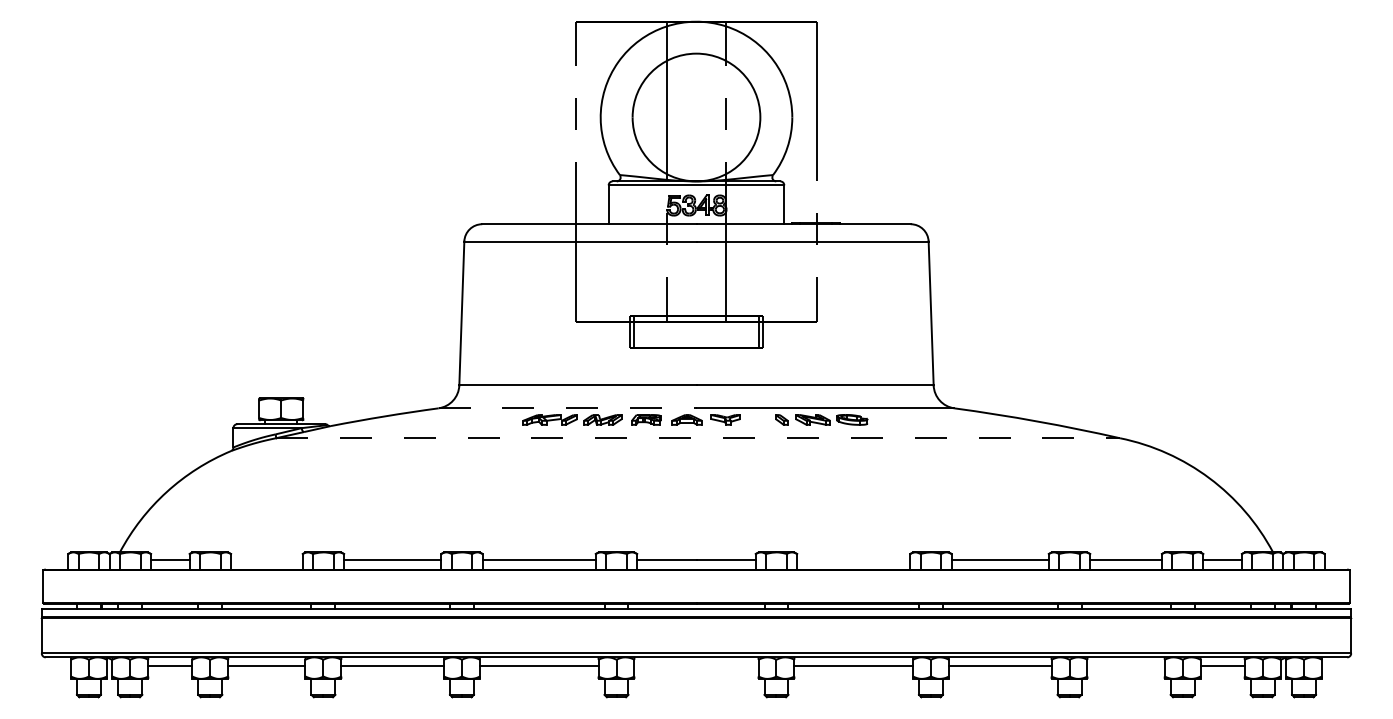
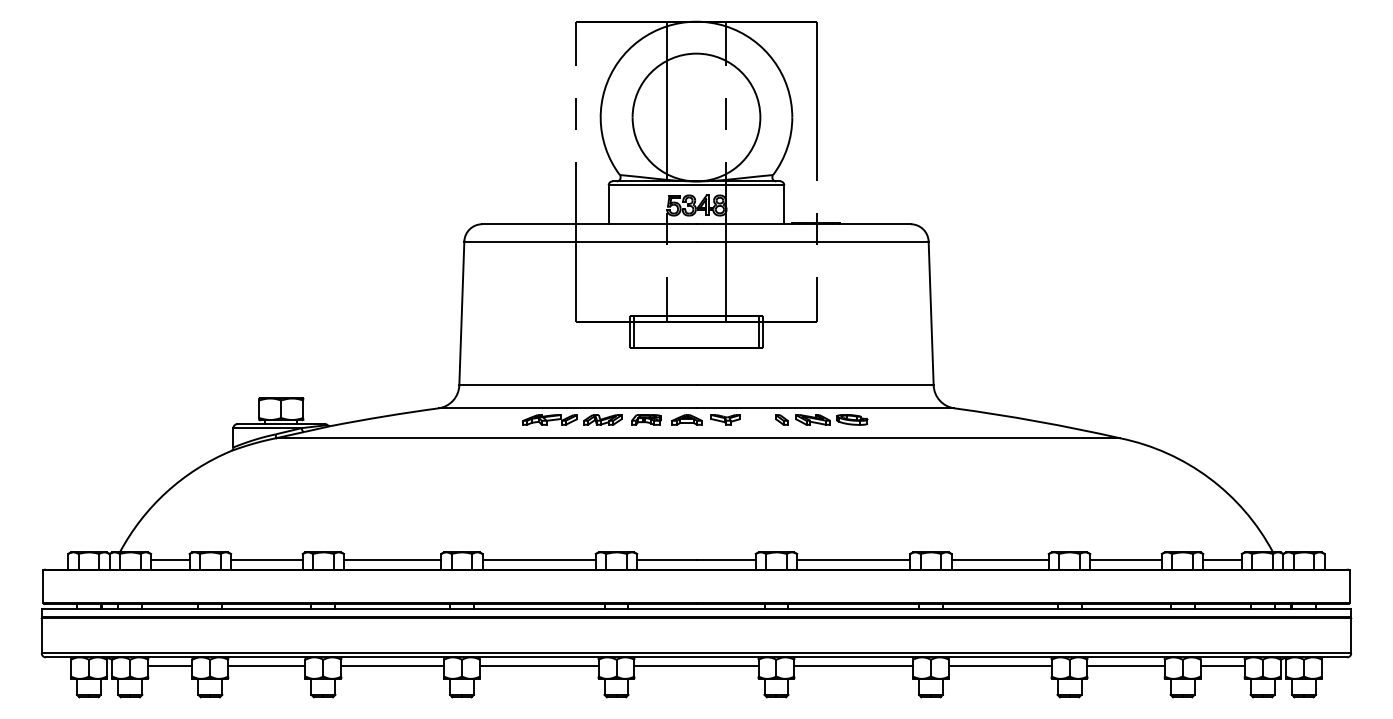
line at (567, 408): dashed -> solid
line at (698, 438): dashed -> solid
line at (266, 560): none -> present
line at (853, 560): none -> present
line at (696, 666): none -> present
line at (1125, 666): none -> present
